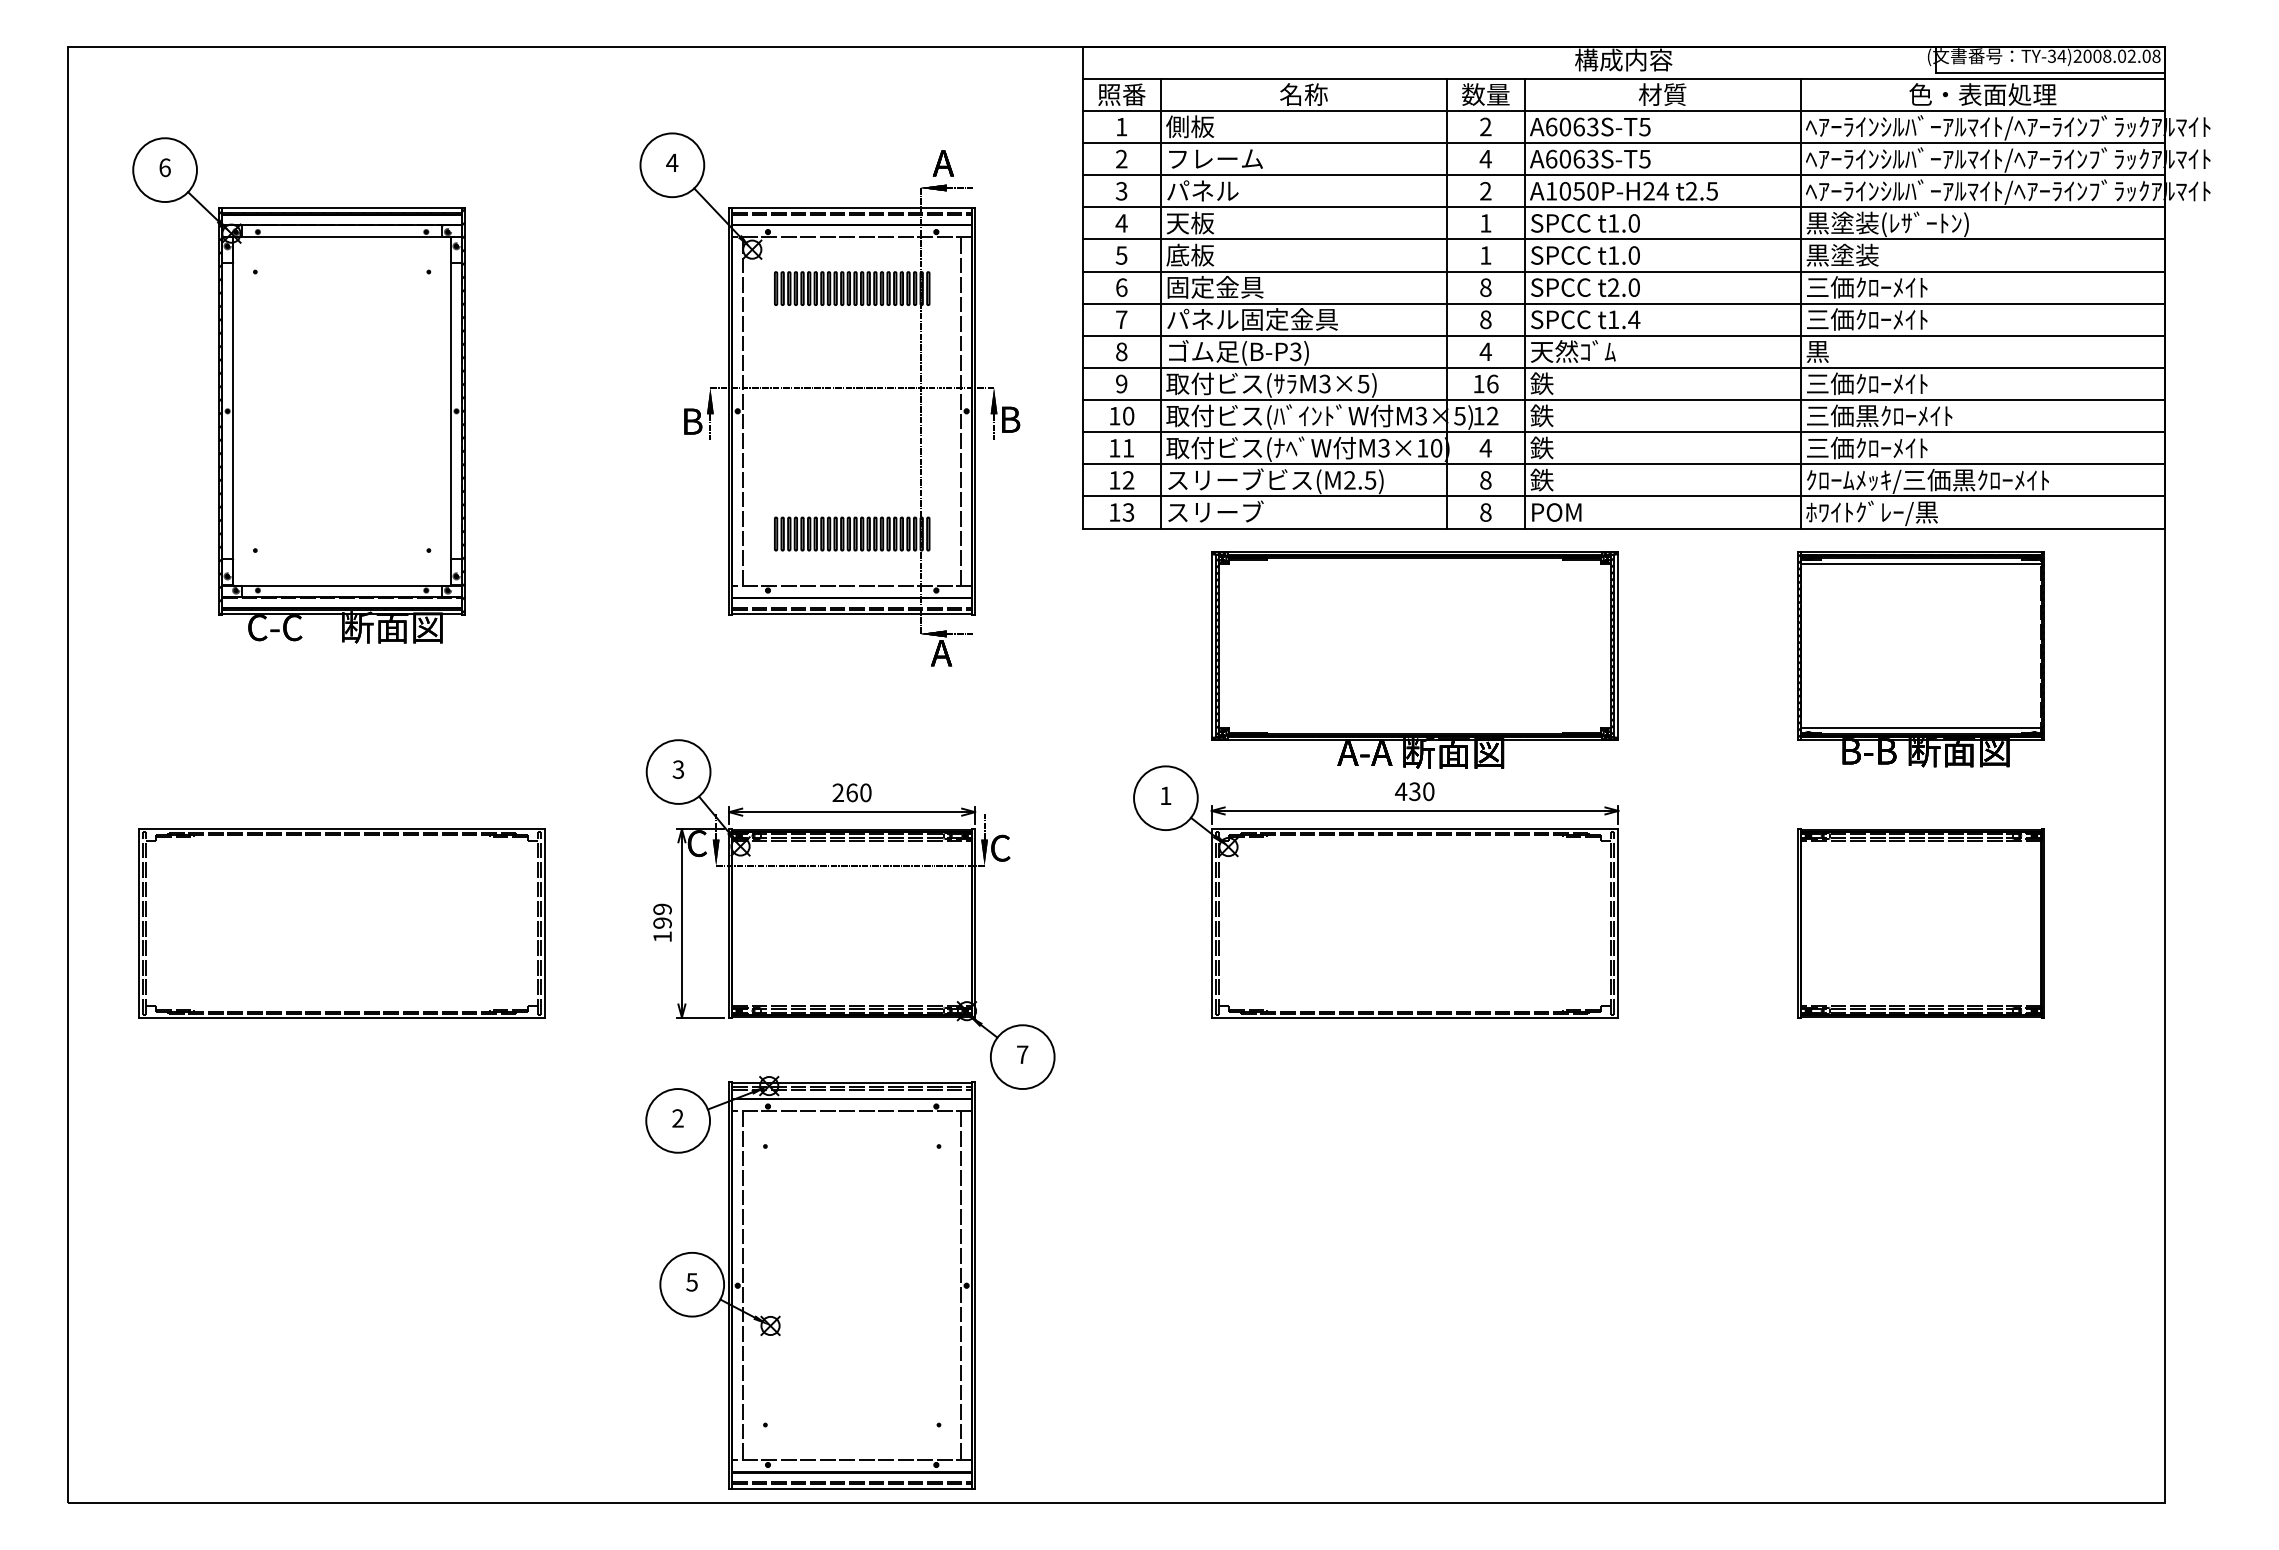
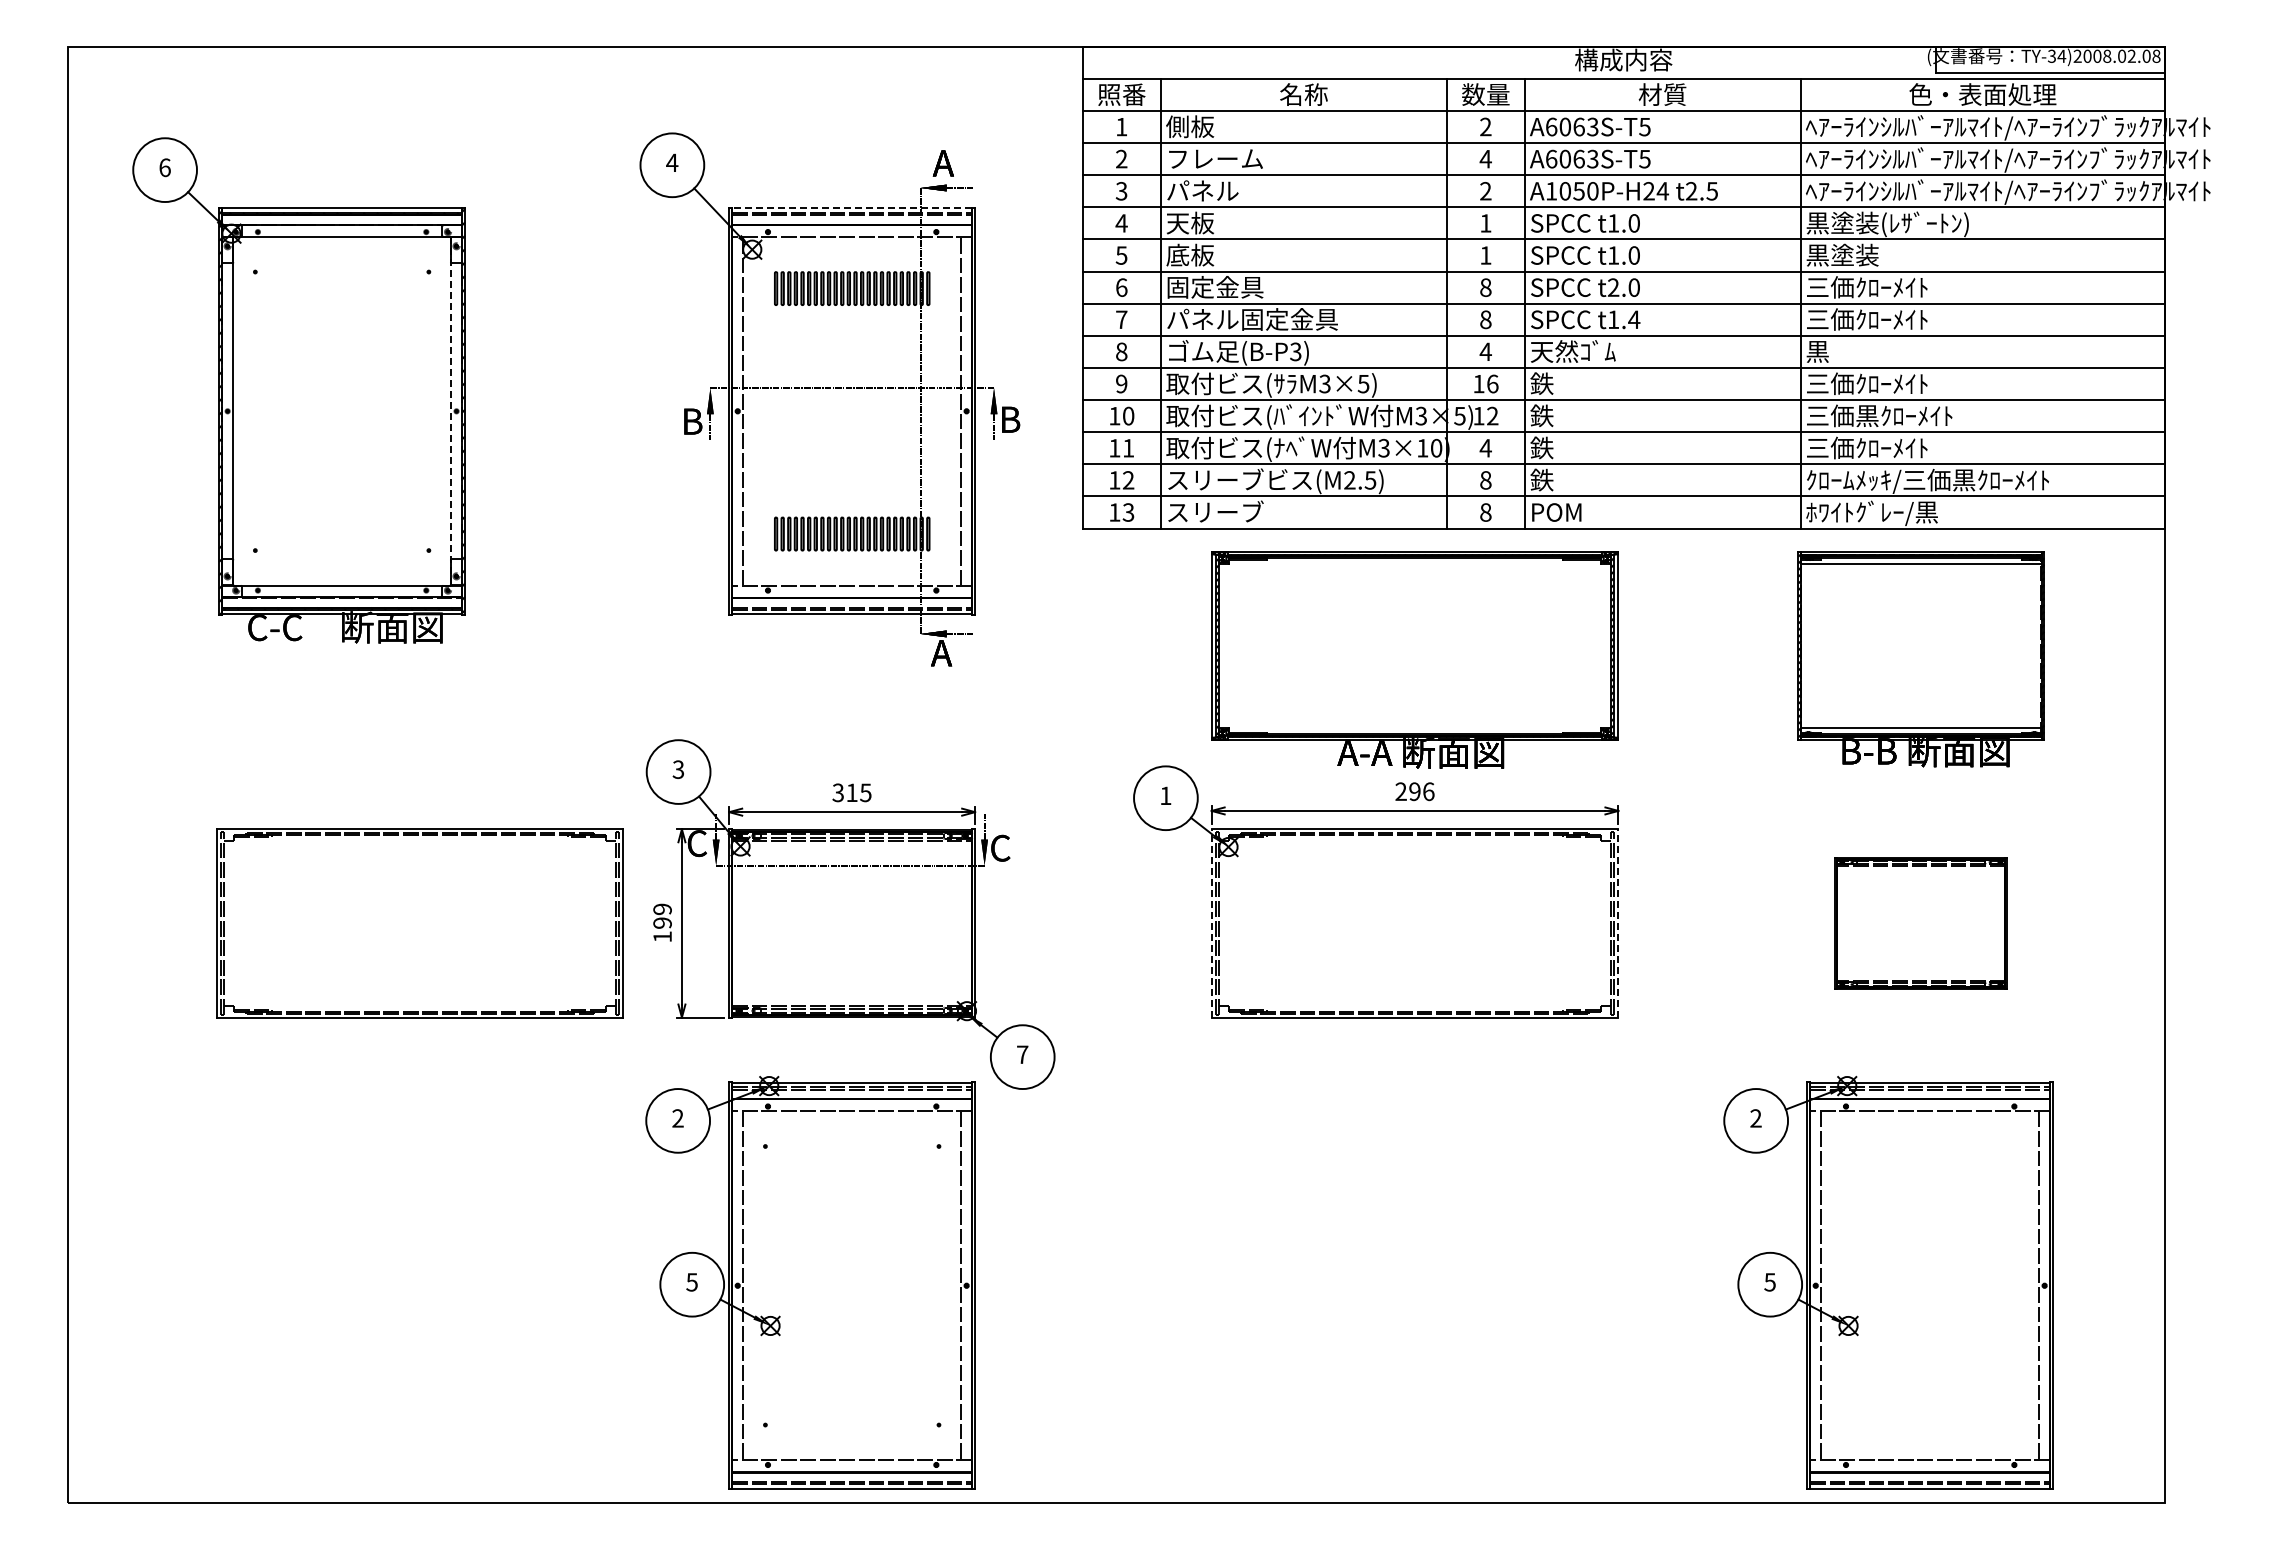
line at (851, 208): solid -> dashed
line at (450, 411): solid -> dashed
text at (1414, 791): 430 -> 296
text at (851, 792): 260 -> 315
line at (1211, 922): solid -> dashed
line at (1618, 922): solid -> dashed
part at (341, 923) position: (341, 923) -> (419, 923)
part at (1920, 923) size: 248x191 px -> 174x133 px
part at (1888, 1282): none -> present
